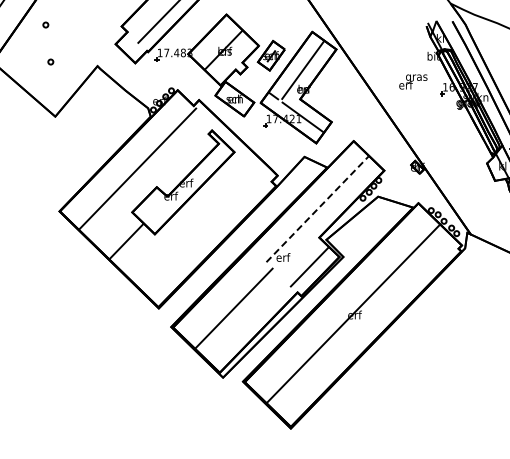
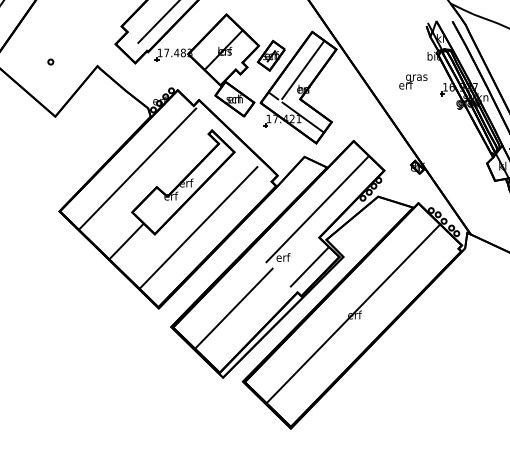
part at (45, 24): present -> none
line at (317, 209): dashed -> solid
line at (198, 227): none -> present
